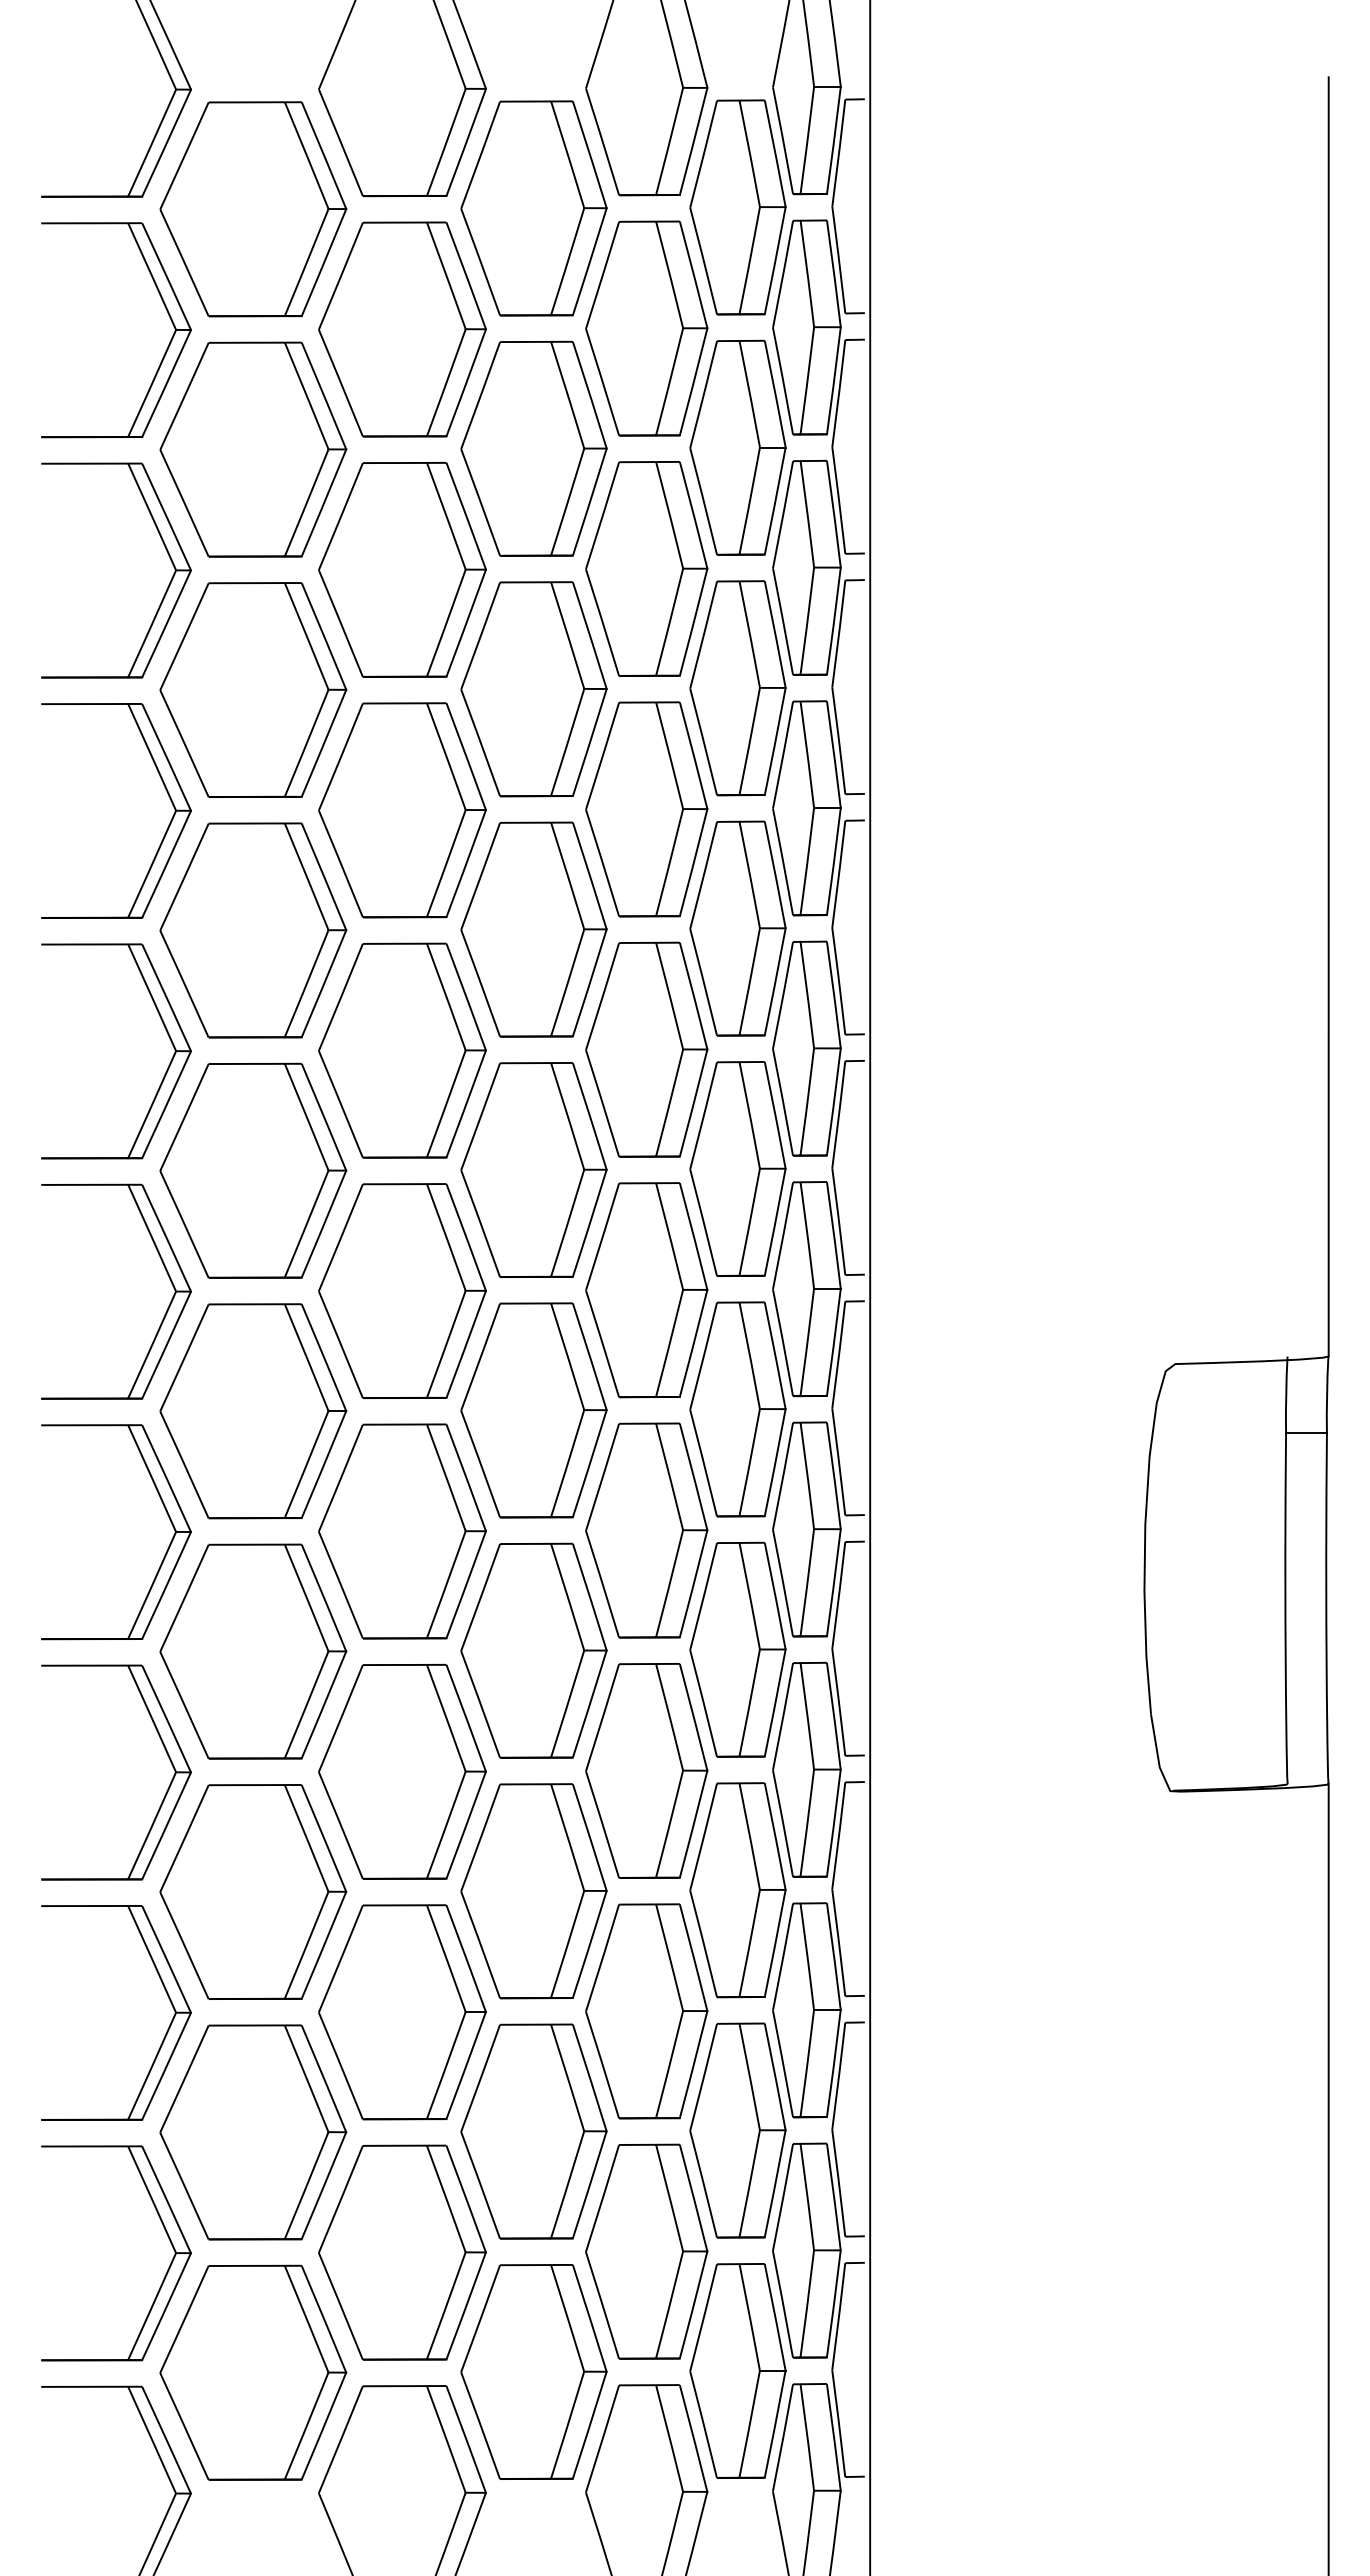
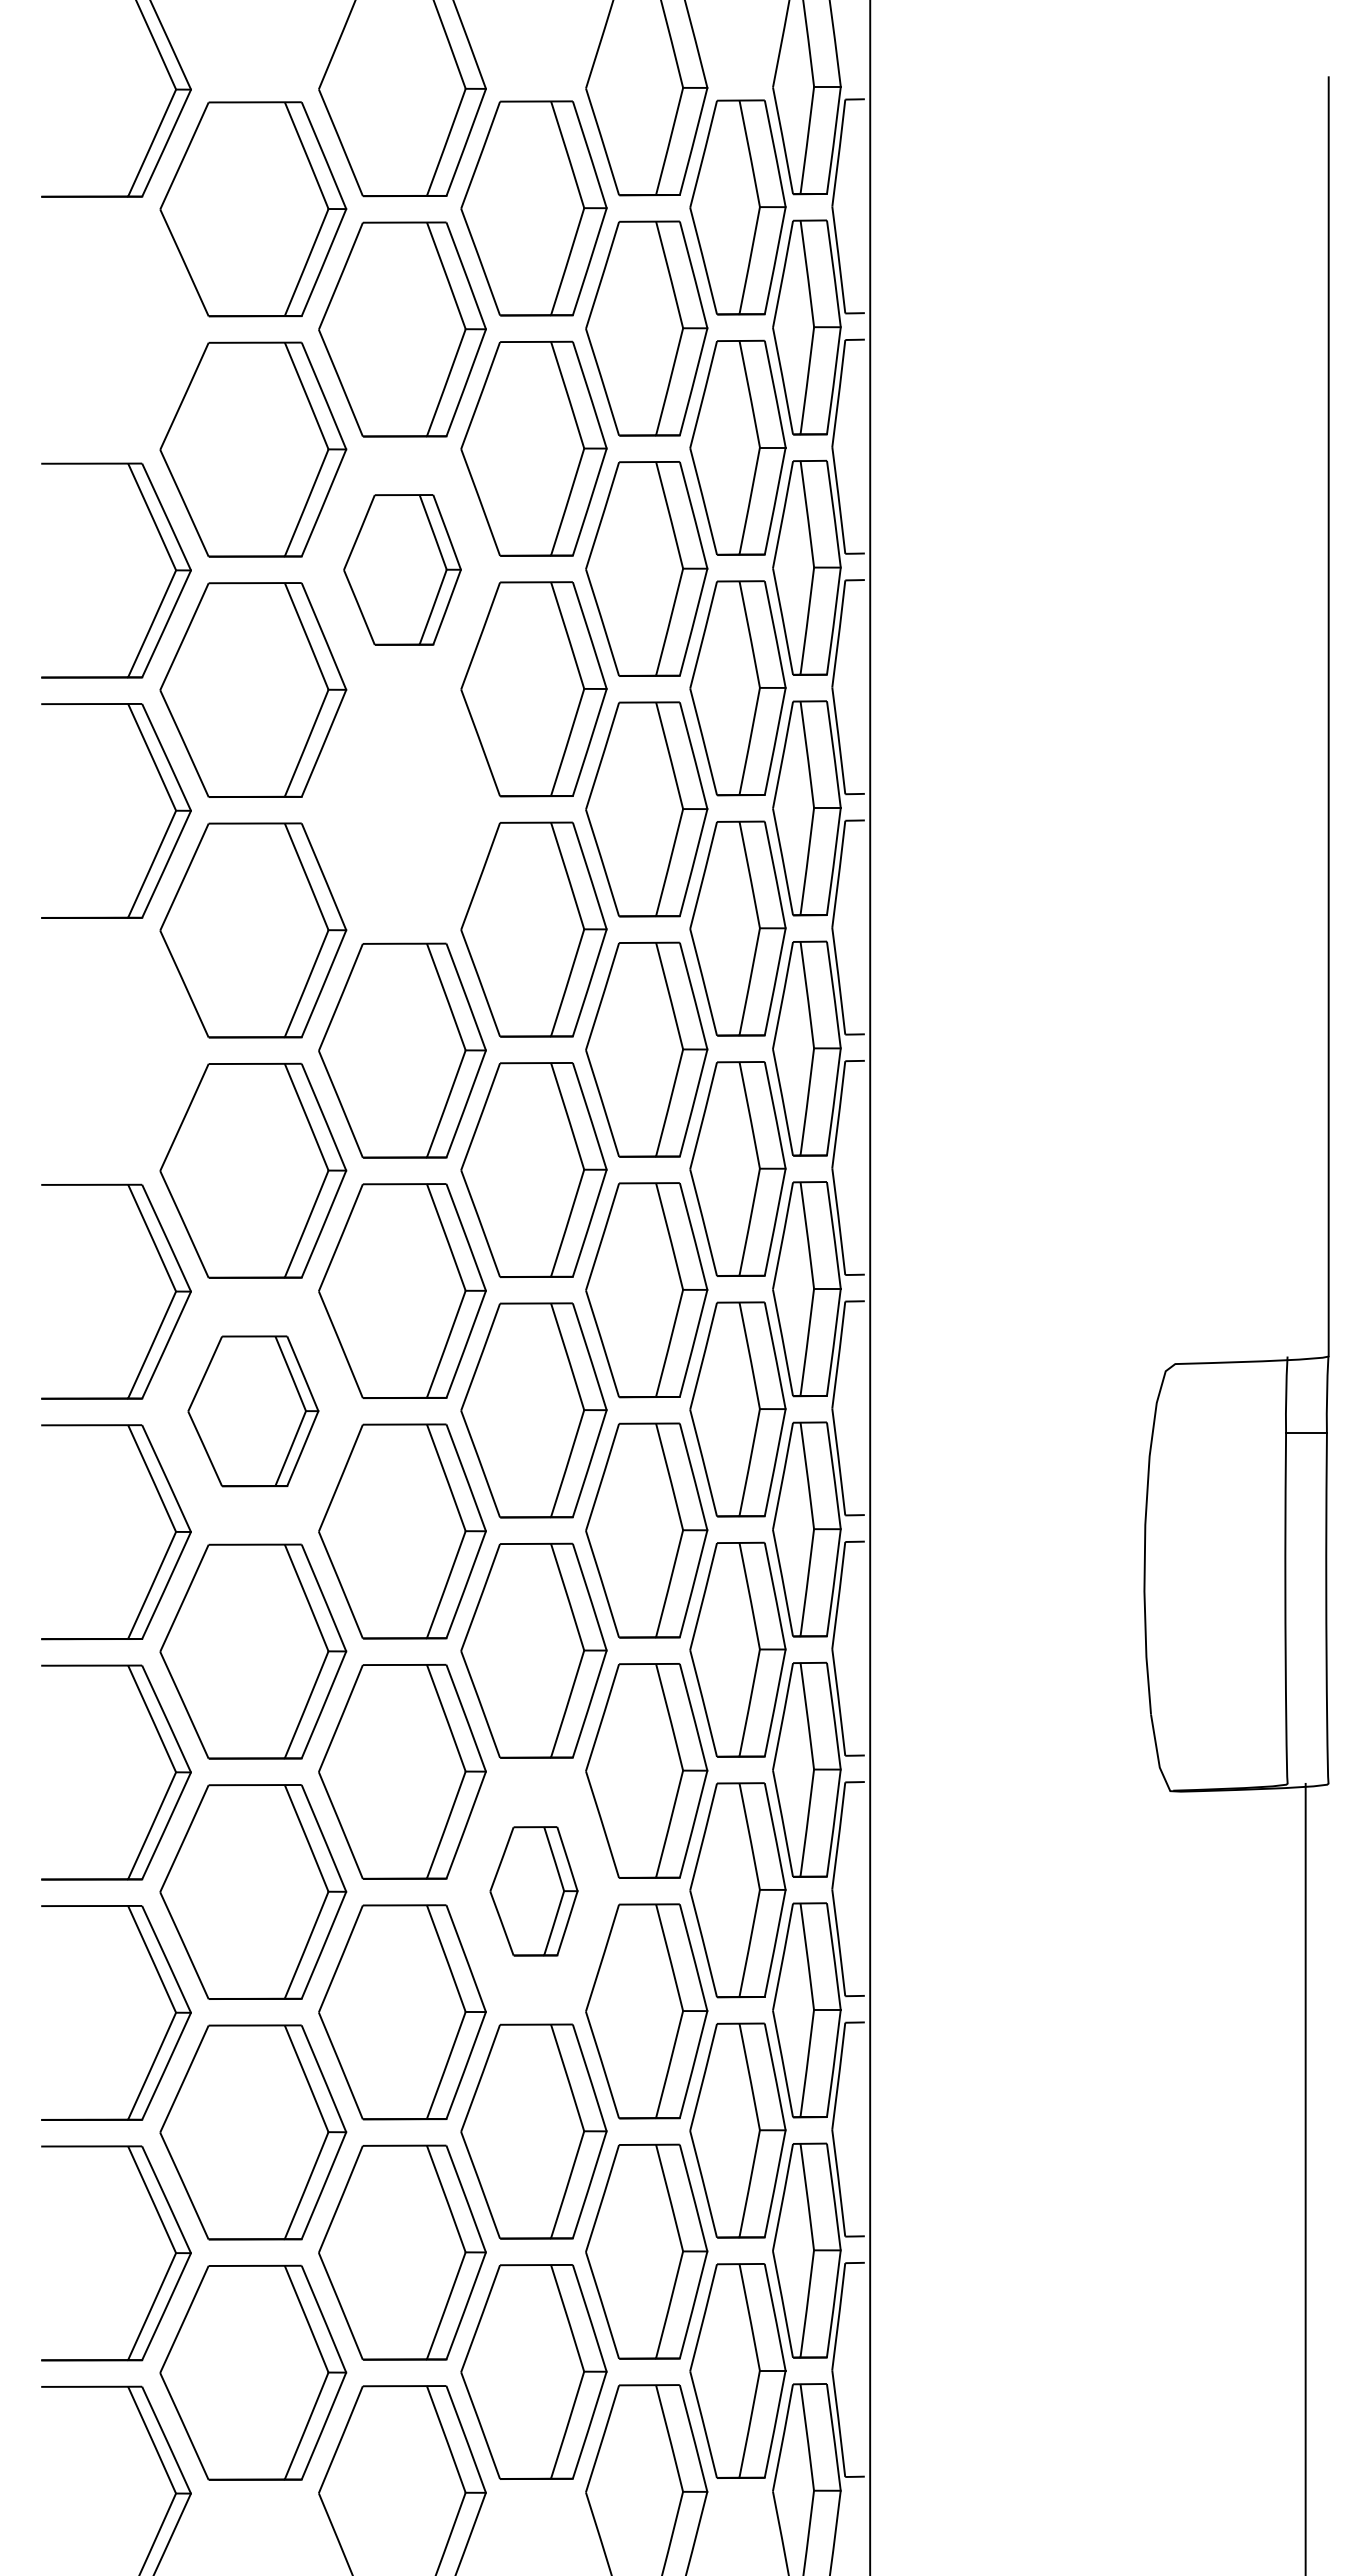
part at (166, 348): present -> none
part at (402, 569) size: 169x216 px -> 119x152 px
part at (402, 810): present -> none
part at (166, 1069): present -> none
part at (253, 1411) size: 189x217 px -> 133x153 px
part at (533, 1891) size: 148x217 px -> 90x131 px
line at (1328, 2177) position: (1328, 2177) -> (1305, 2177)
